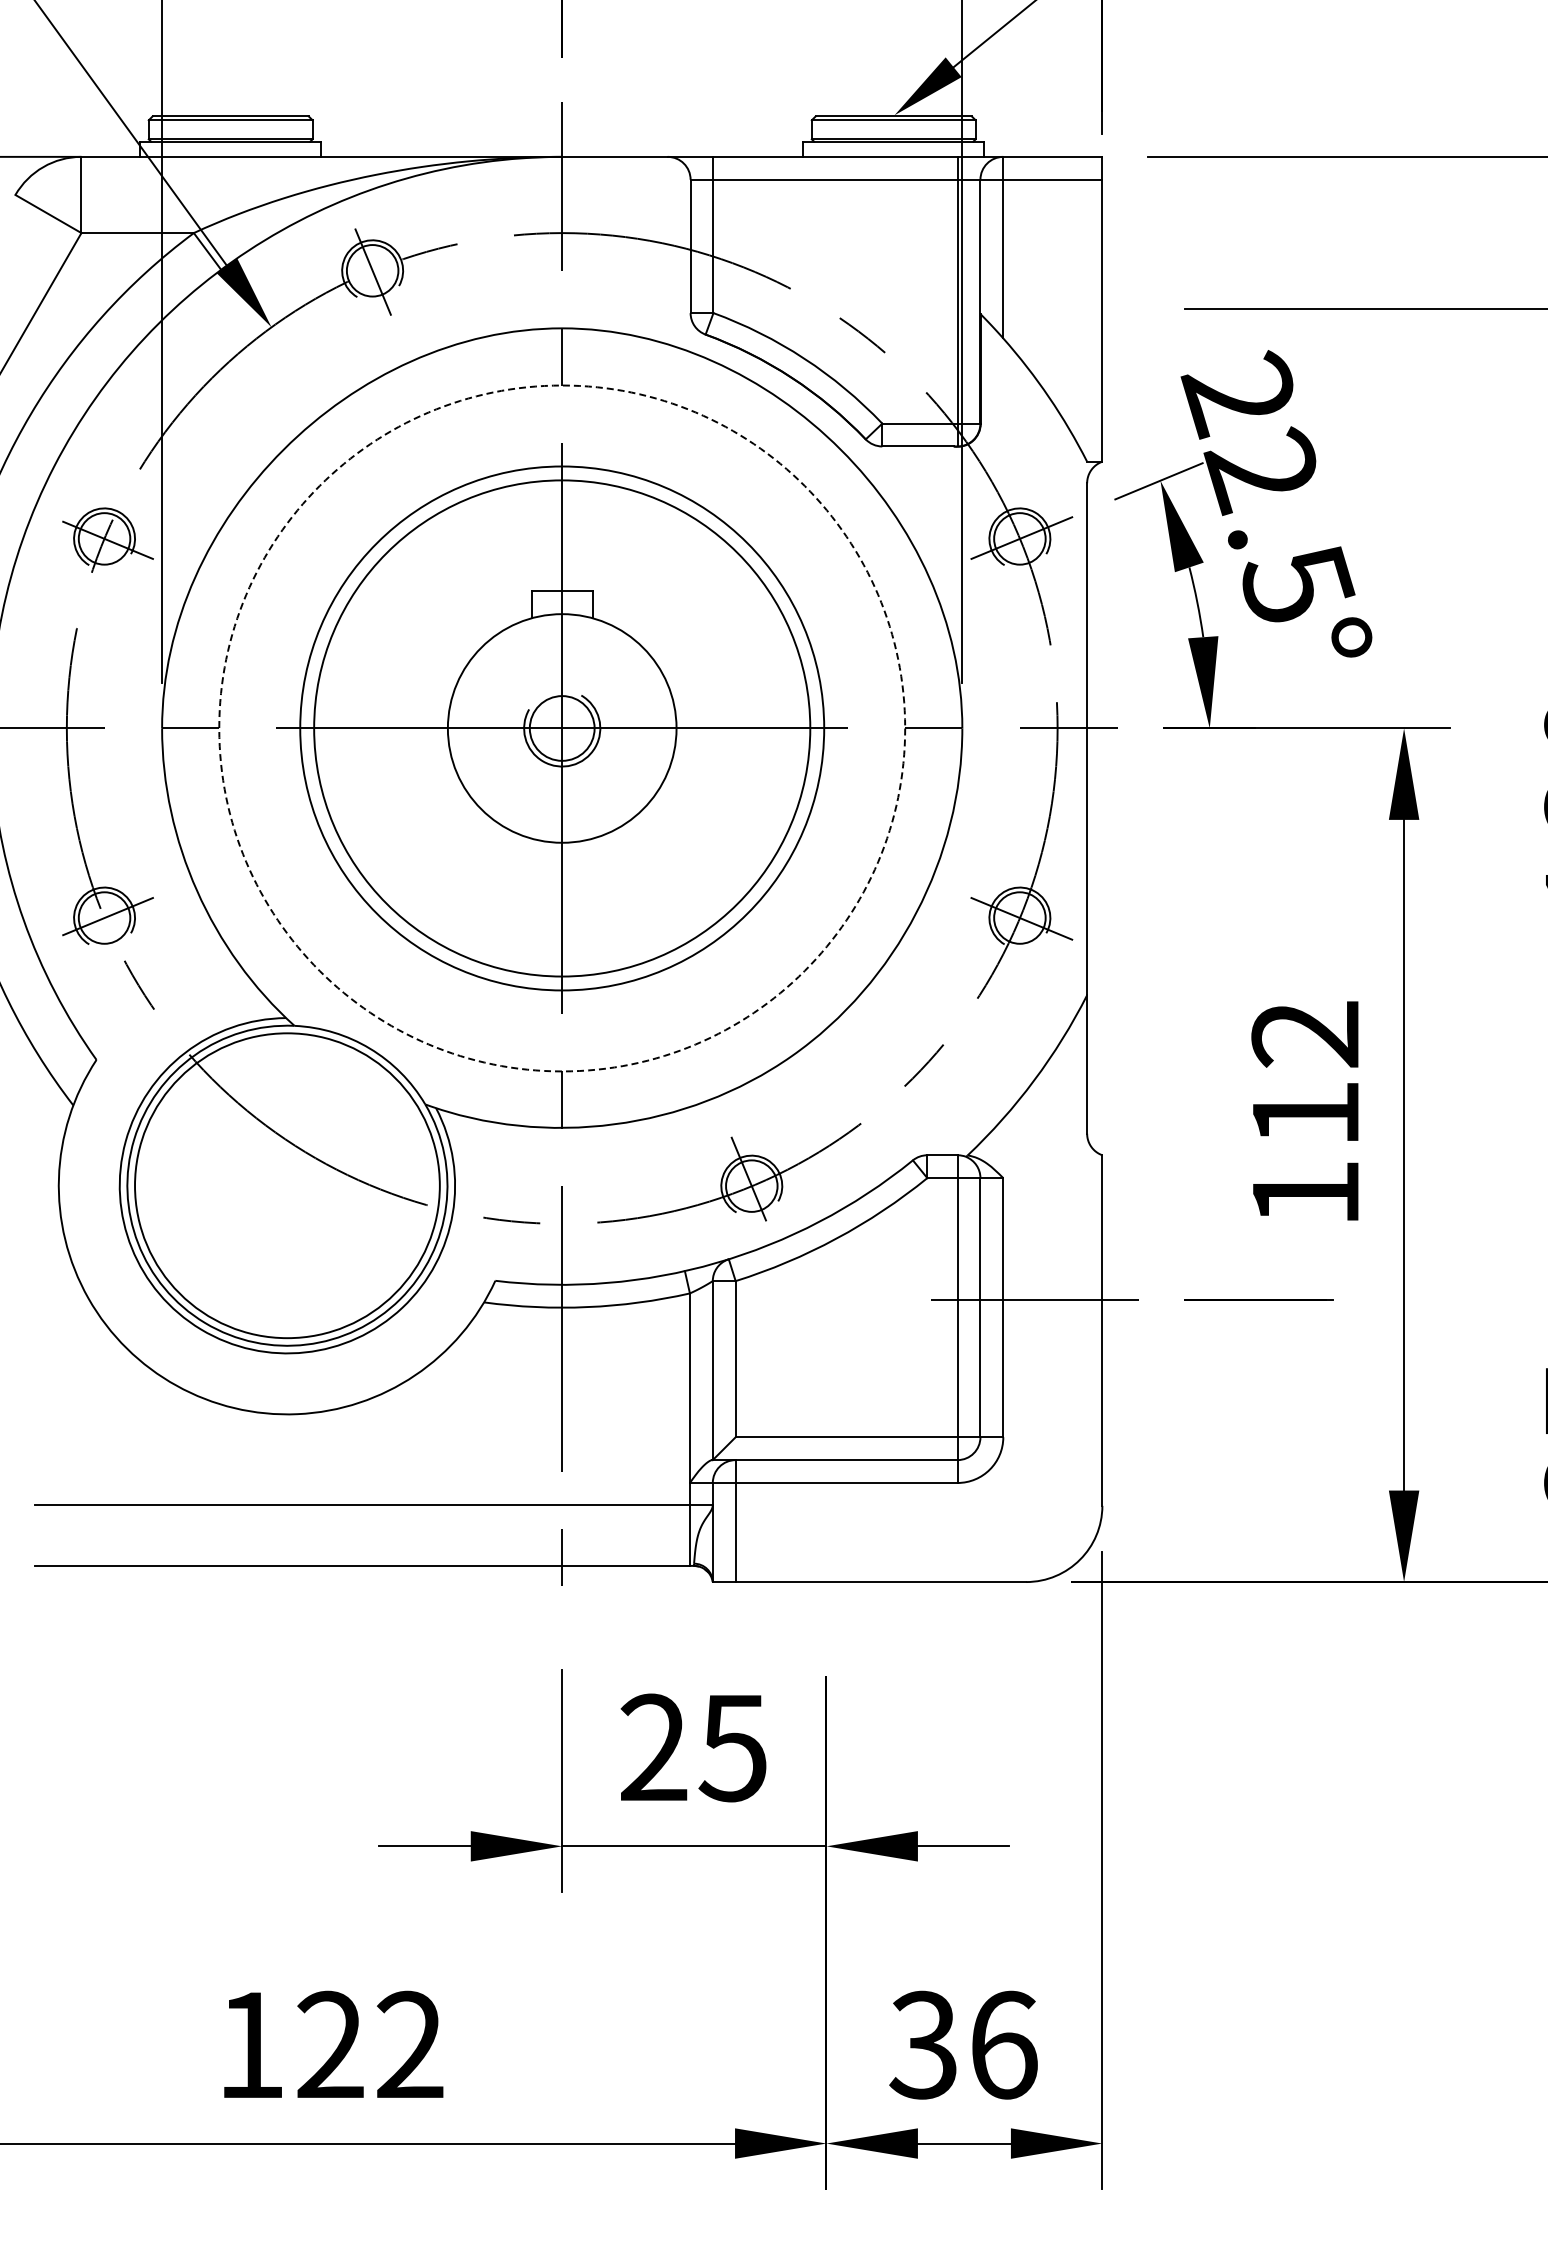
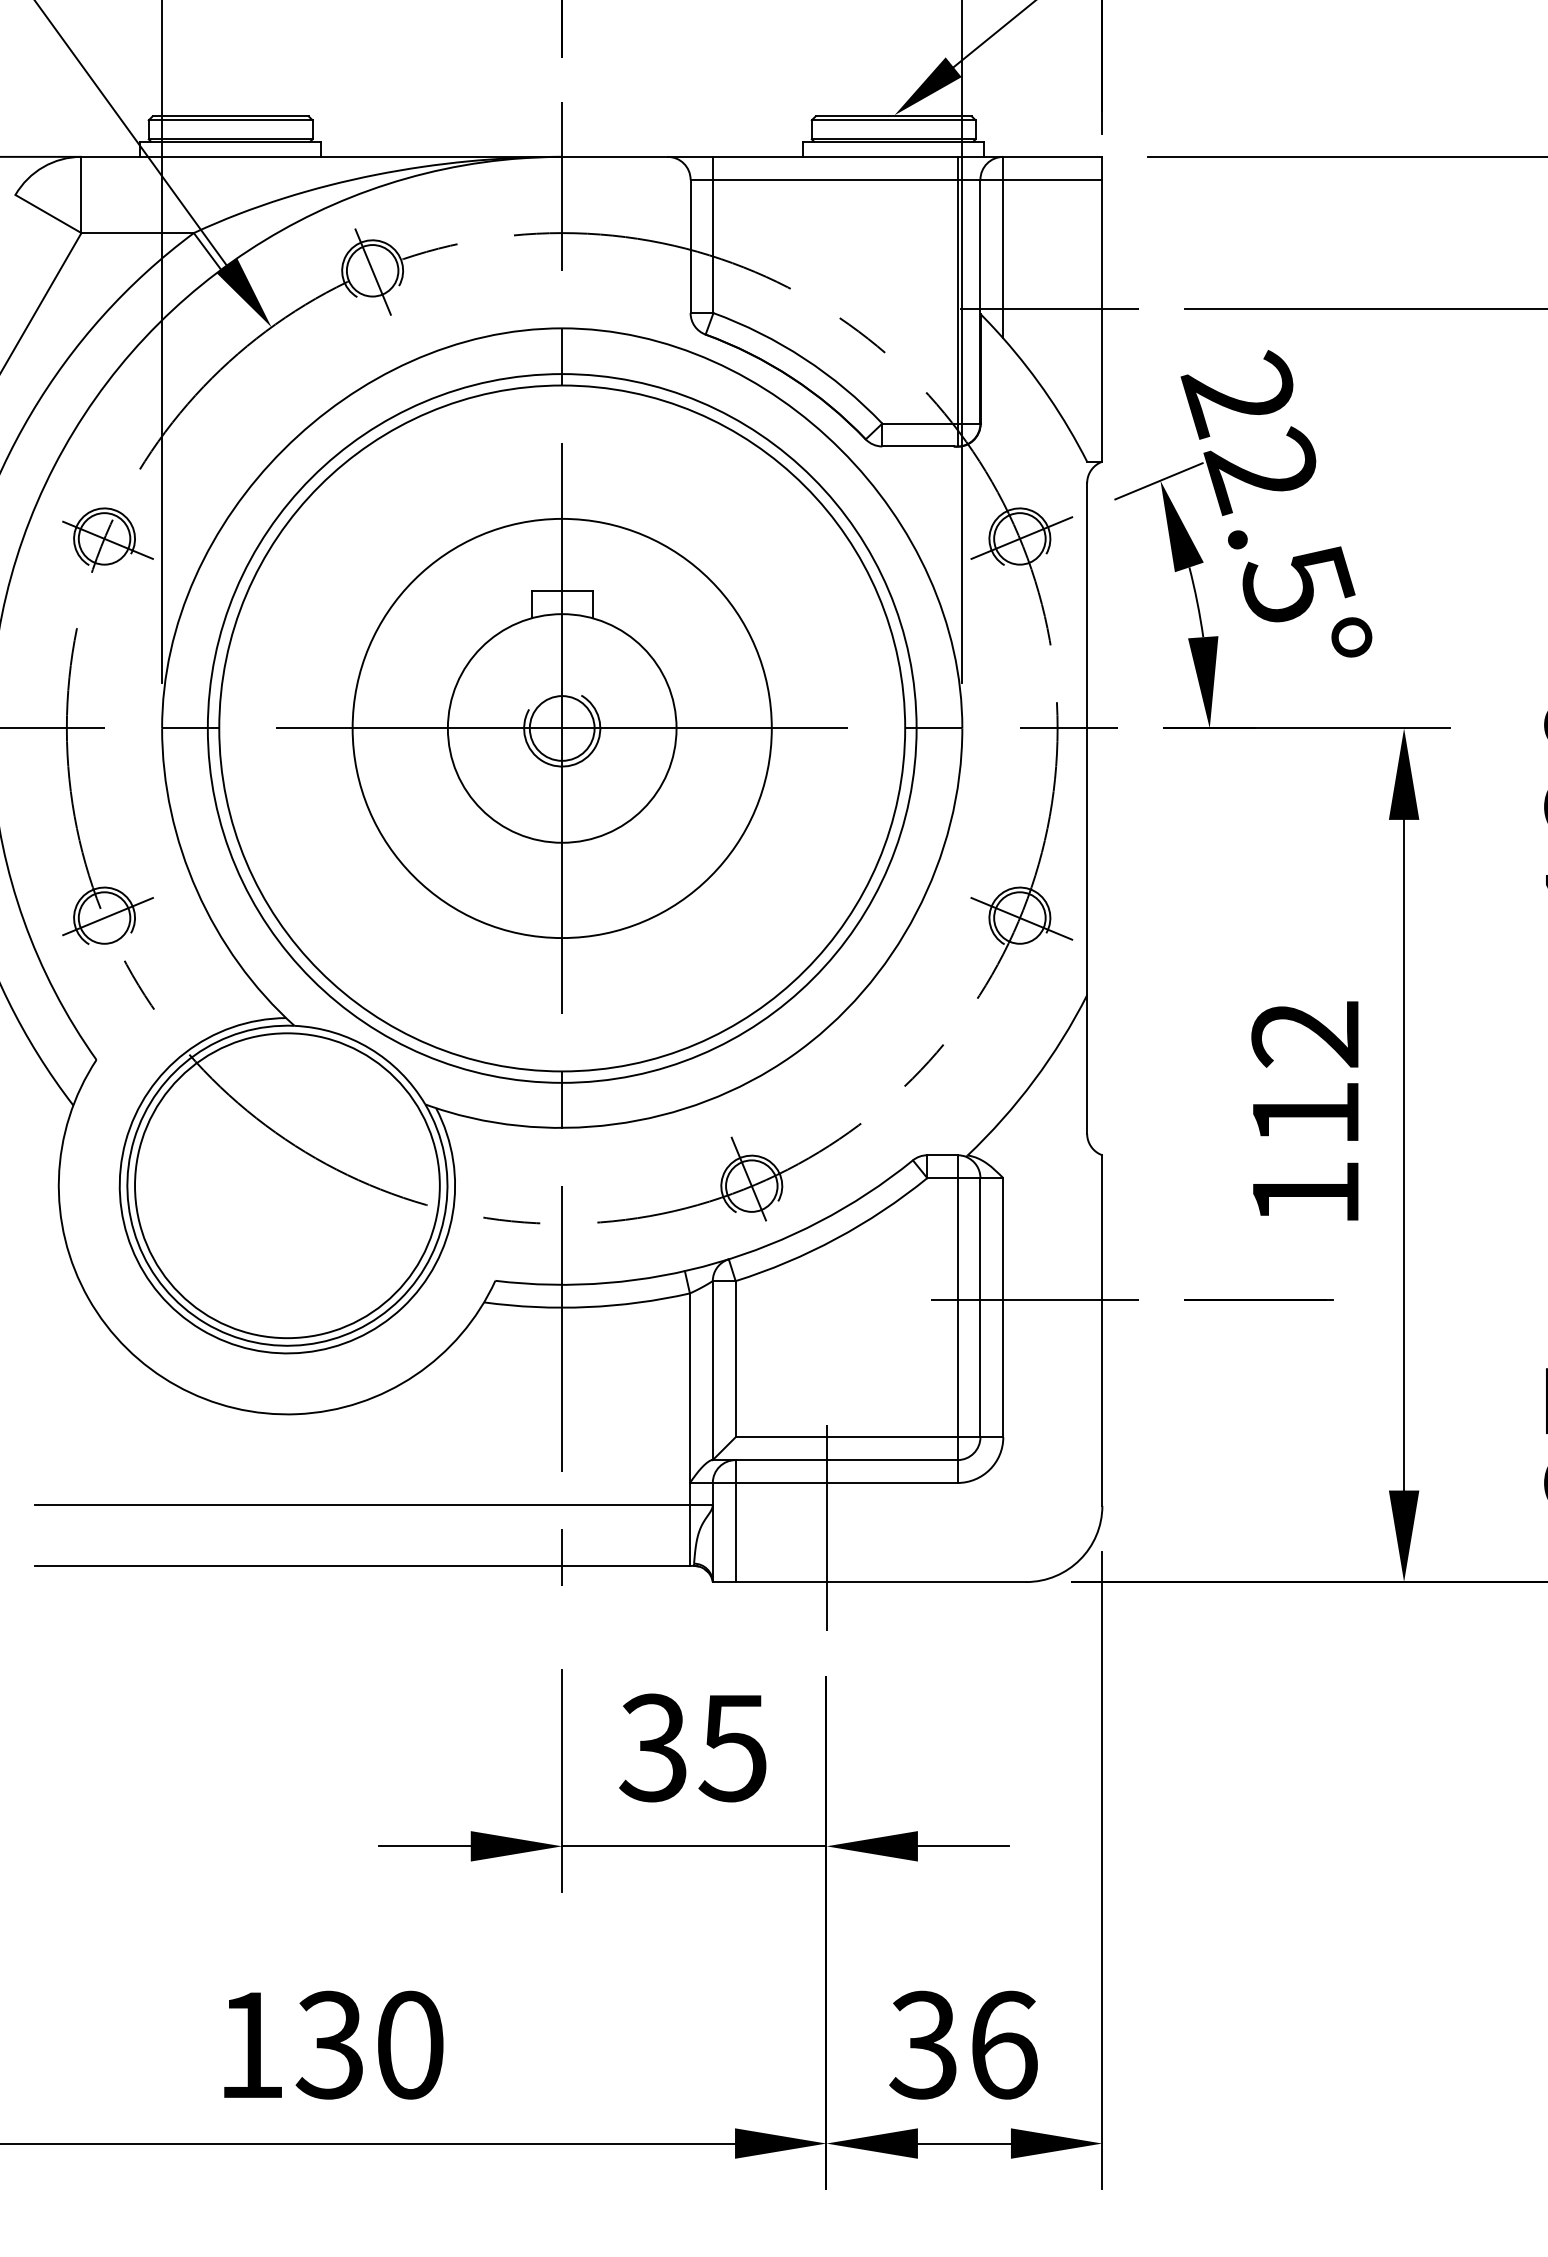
line at (1049, 309): none -> present
circle at (562, 728) diameter: 496 px -> 709 px
circle at (562, 728) diameter: 524 px -> 419 px
circle at (562, 728): dashed -> solid
line at (826, 1527): none -> present
text at (653, 1747): 25 -> 35
text at (369, 2044): 122 -> 130
